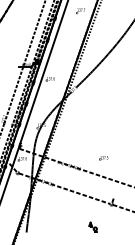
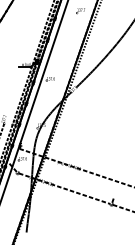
line at (24, 62): present -> none
part at (103, 158): present -> none
part at (92, 226): present -> none
